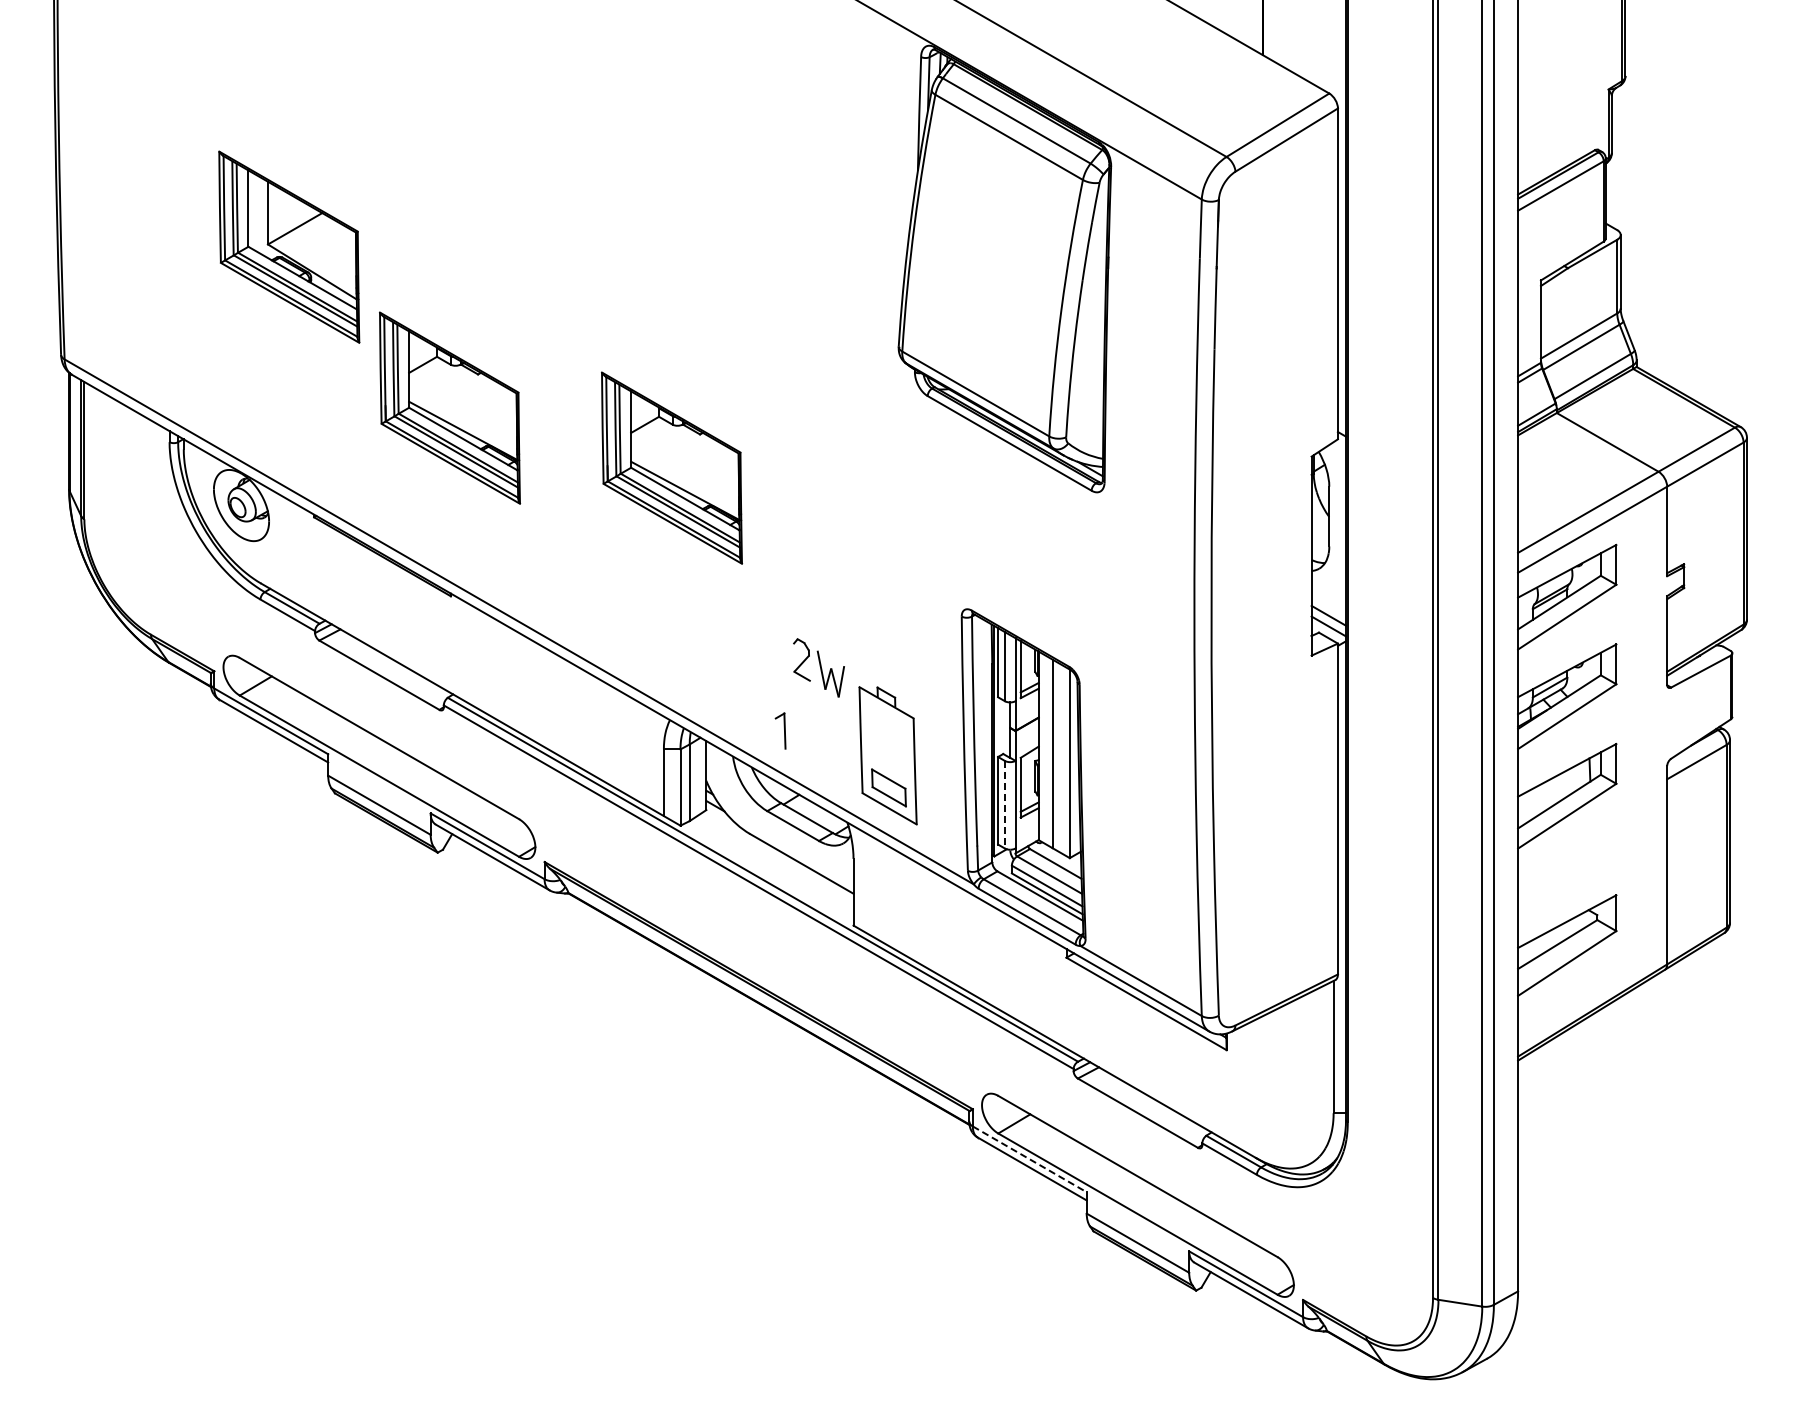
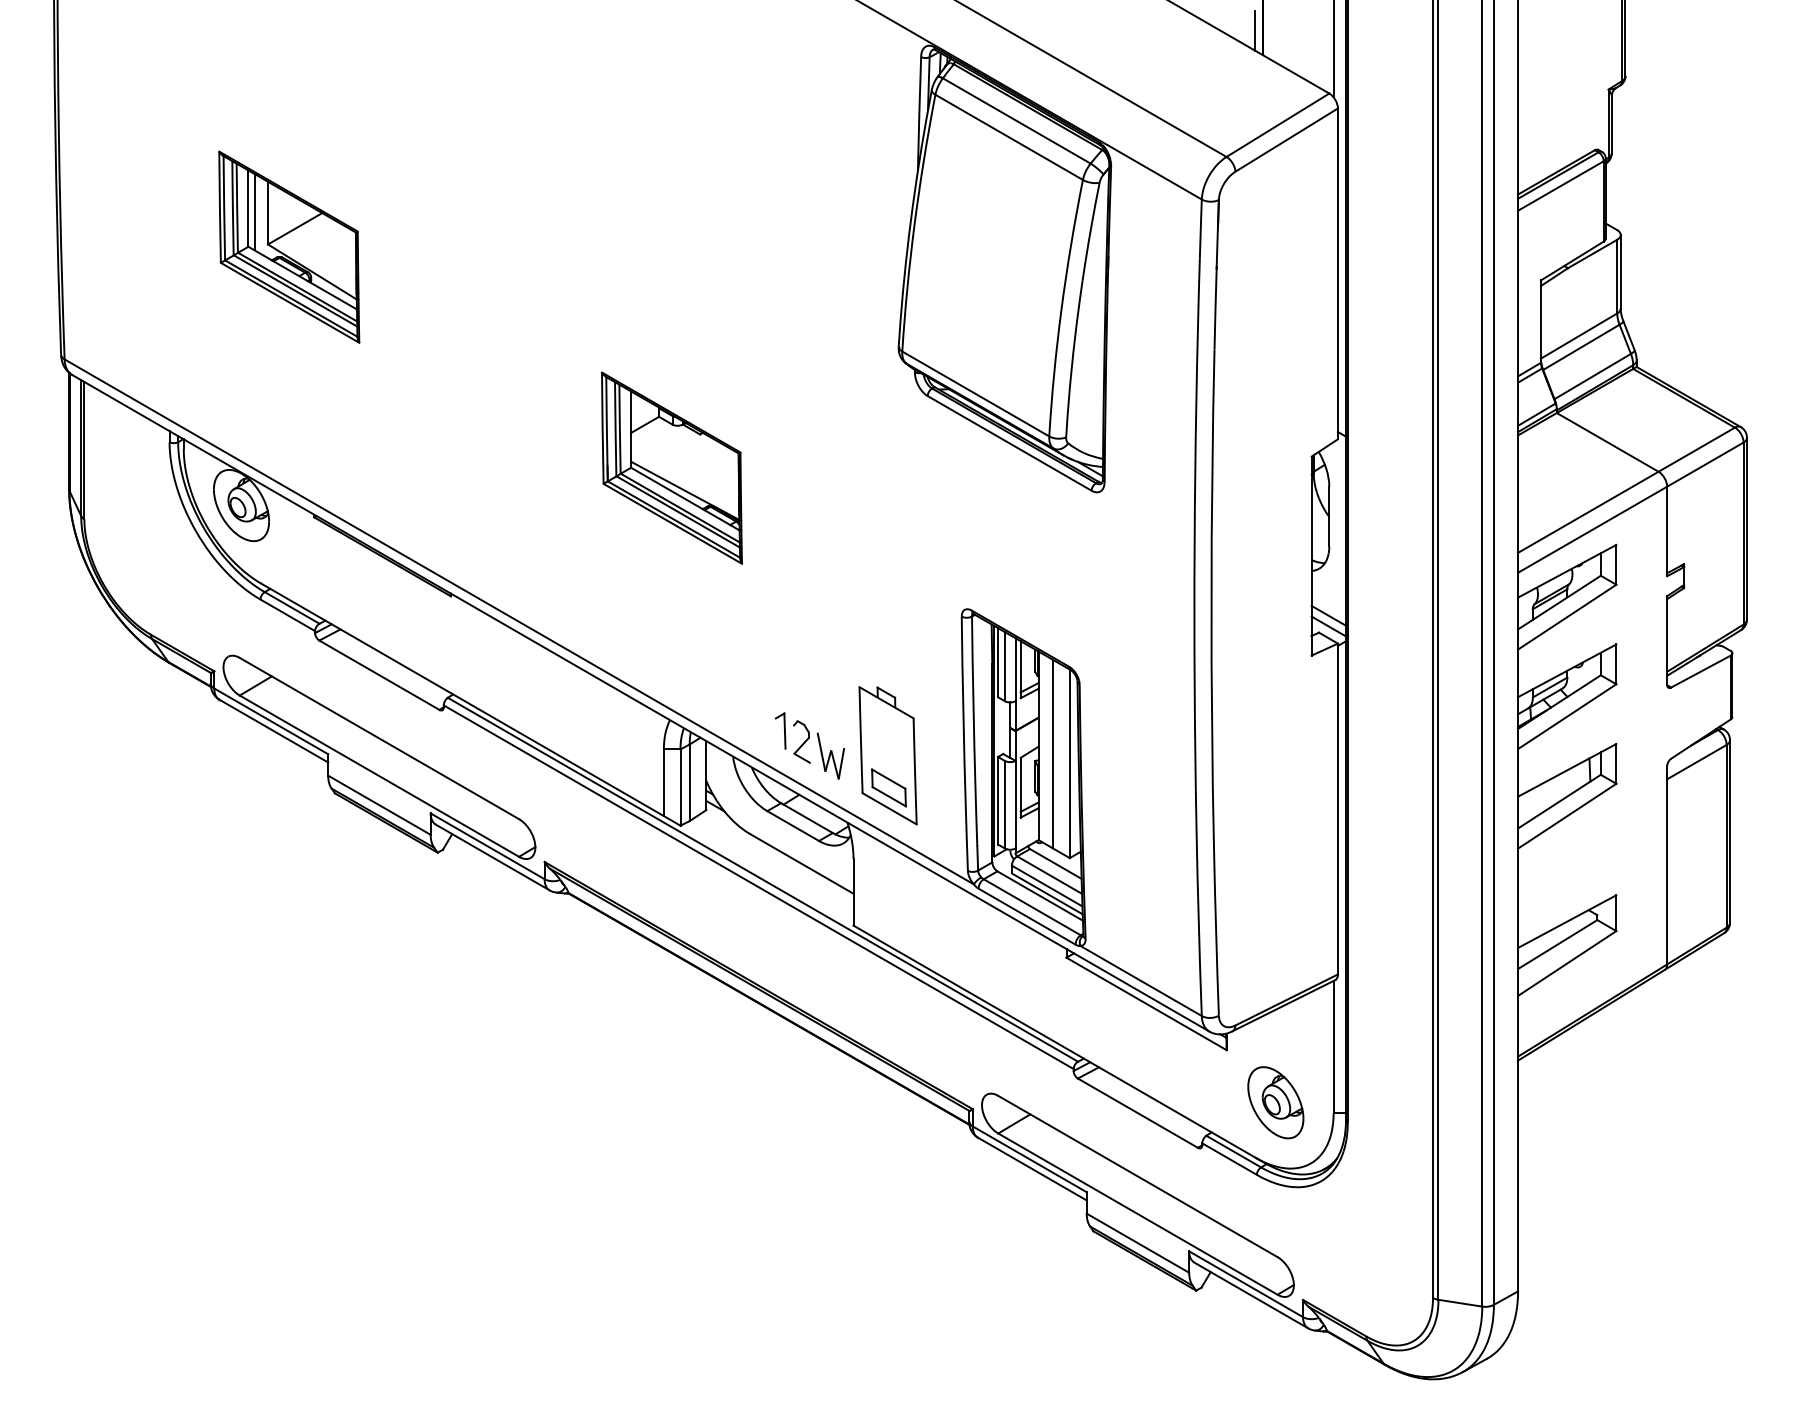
line at (1254, 30): none -> present
line at (1333, 49): none -> present
line at (254, 212): none -> present
part at (450, 407): present -> none
part at (818, 667) position: (818, 667) -> (818, 749)
line at (1004, 804): dashed -> solid
part at (1275, 1102): none -> present
line at (1029, 1159): dashed -> solid
